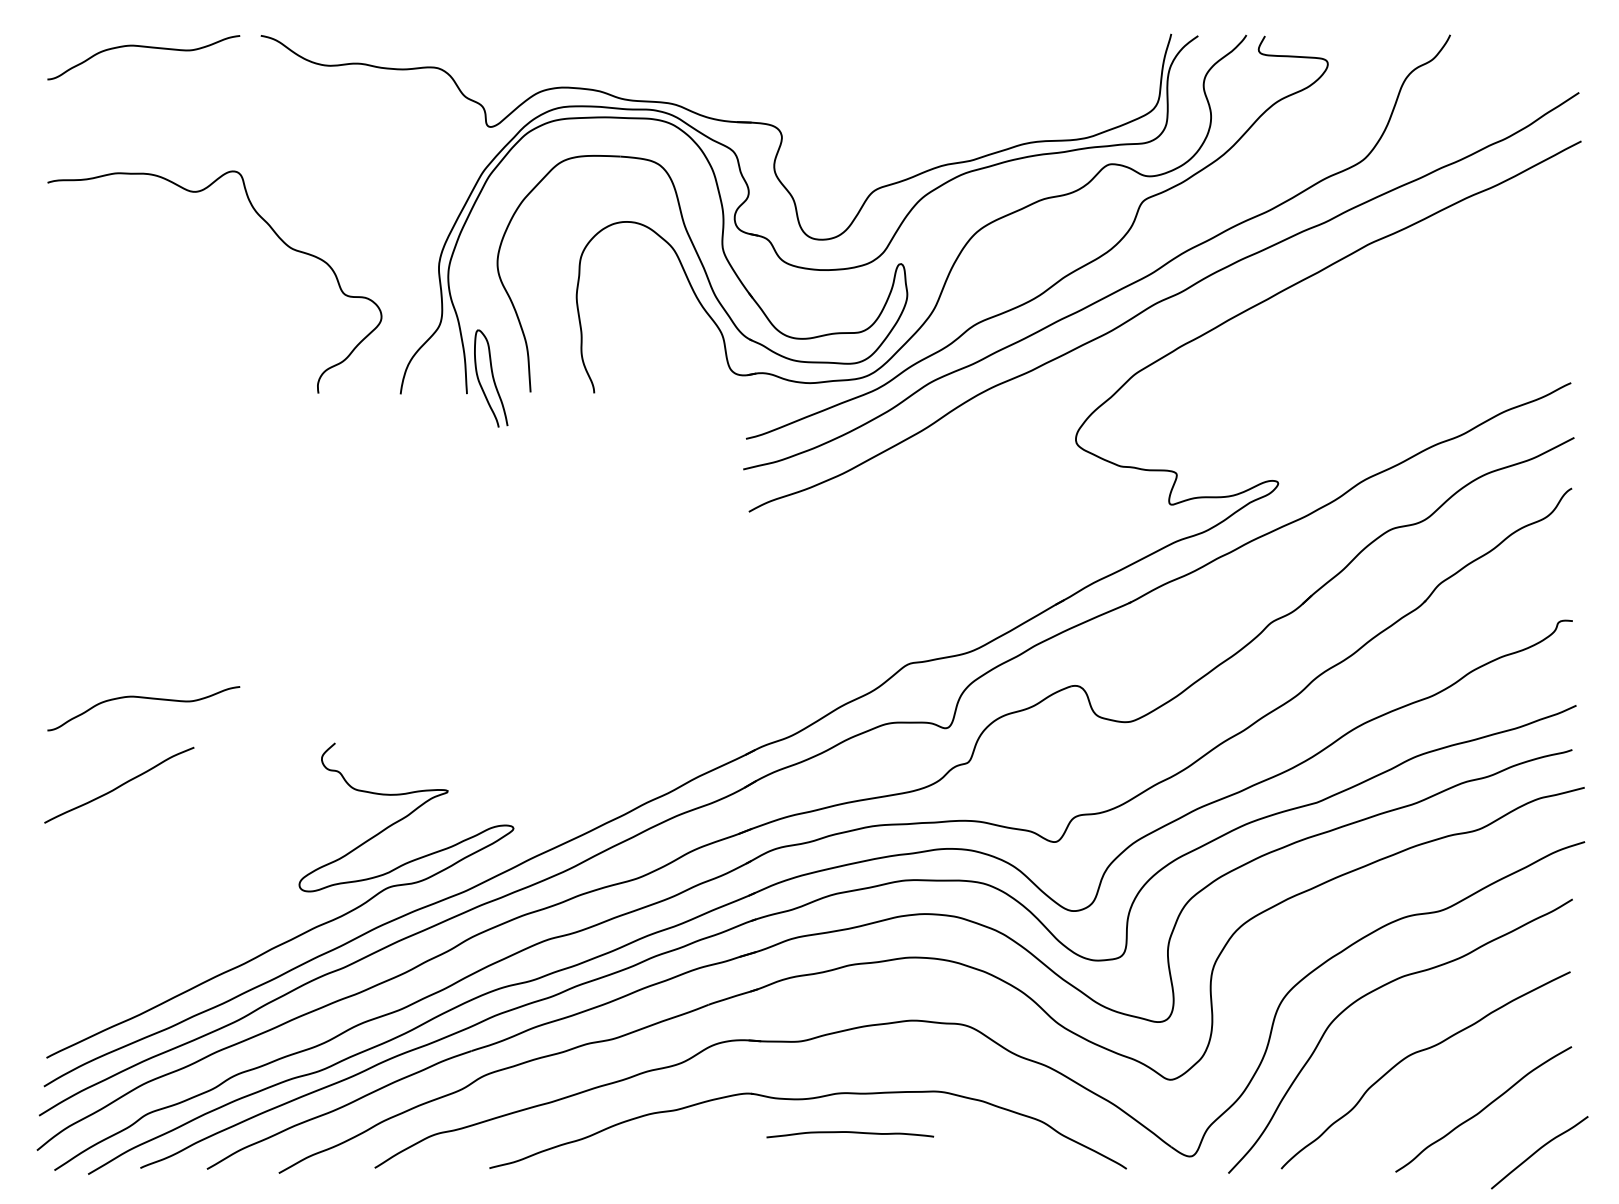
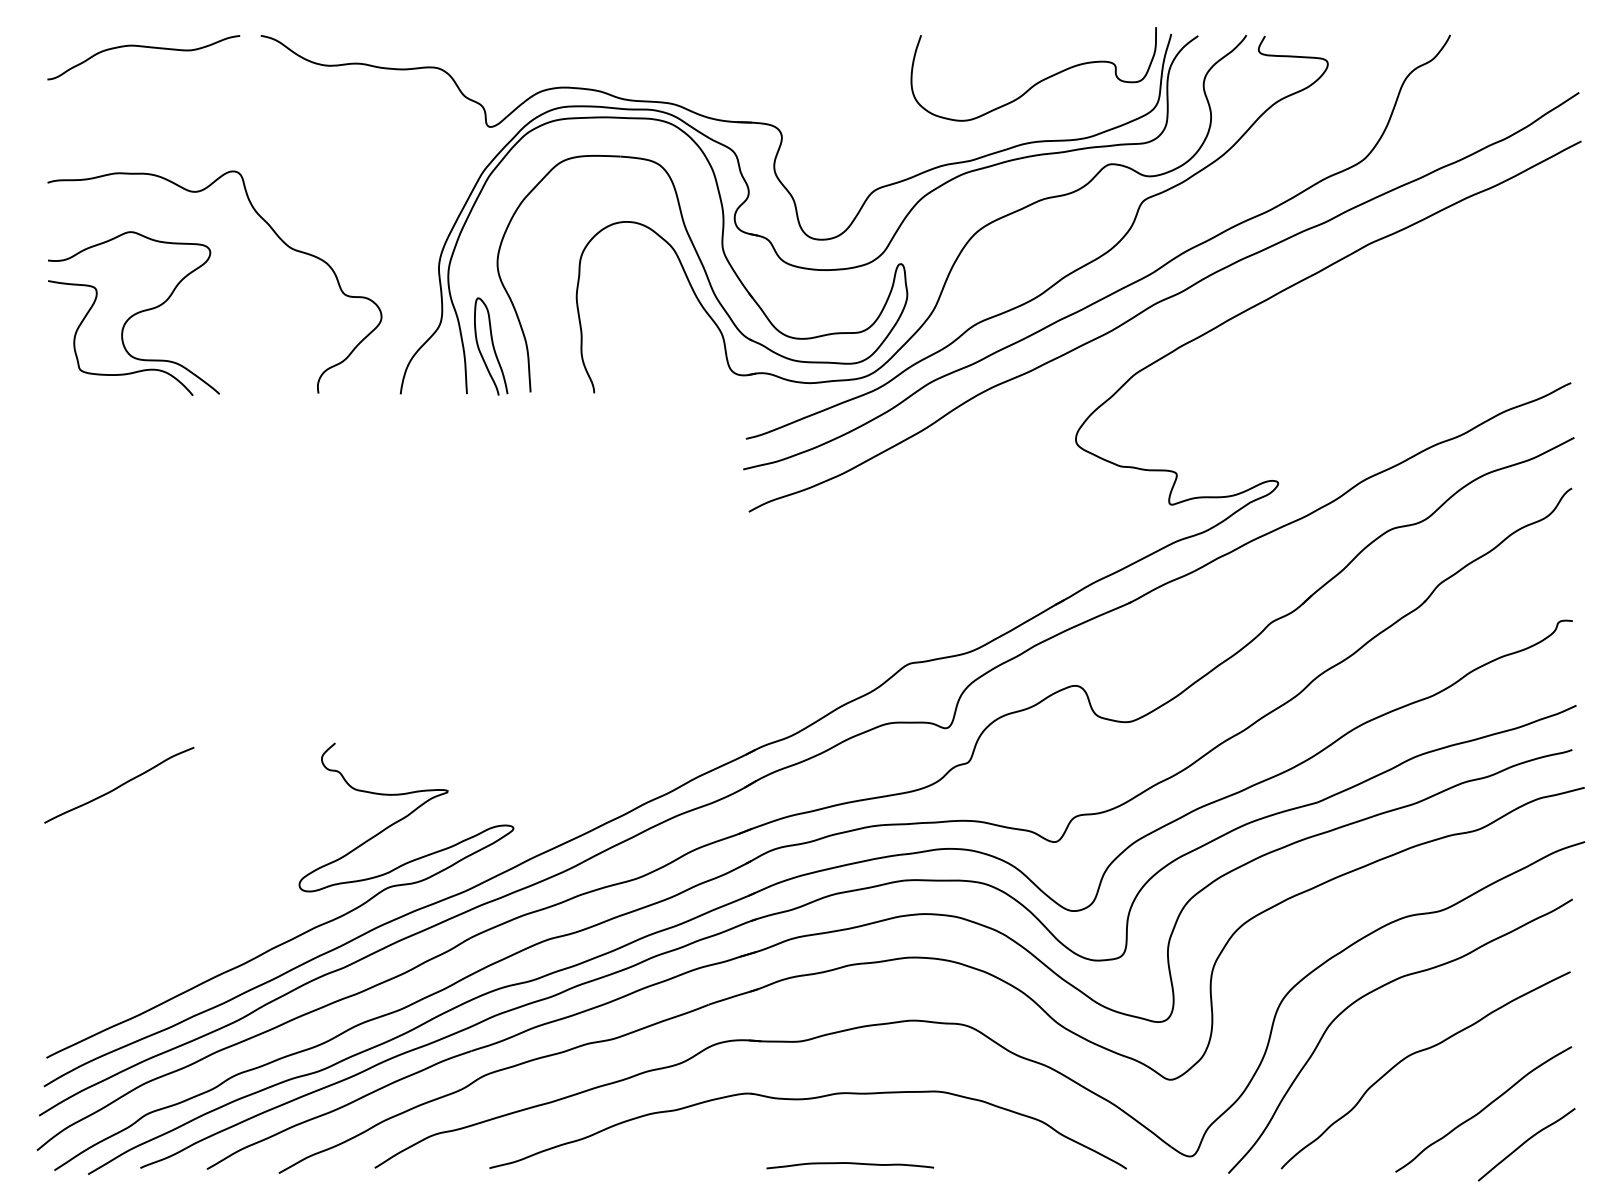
curve at (1036, 82): none -> present
part at (133, 313): none -> present
curve at (492, 378) position: (492, 378) -> (492, 346)
curve at (143, 698): present -> none
curve at (850, 1133) position: (850, 1133) -> (850, 1164)
curve at (1538, 1151) position: (1538, 1151) -> (1525, 1143)
